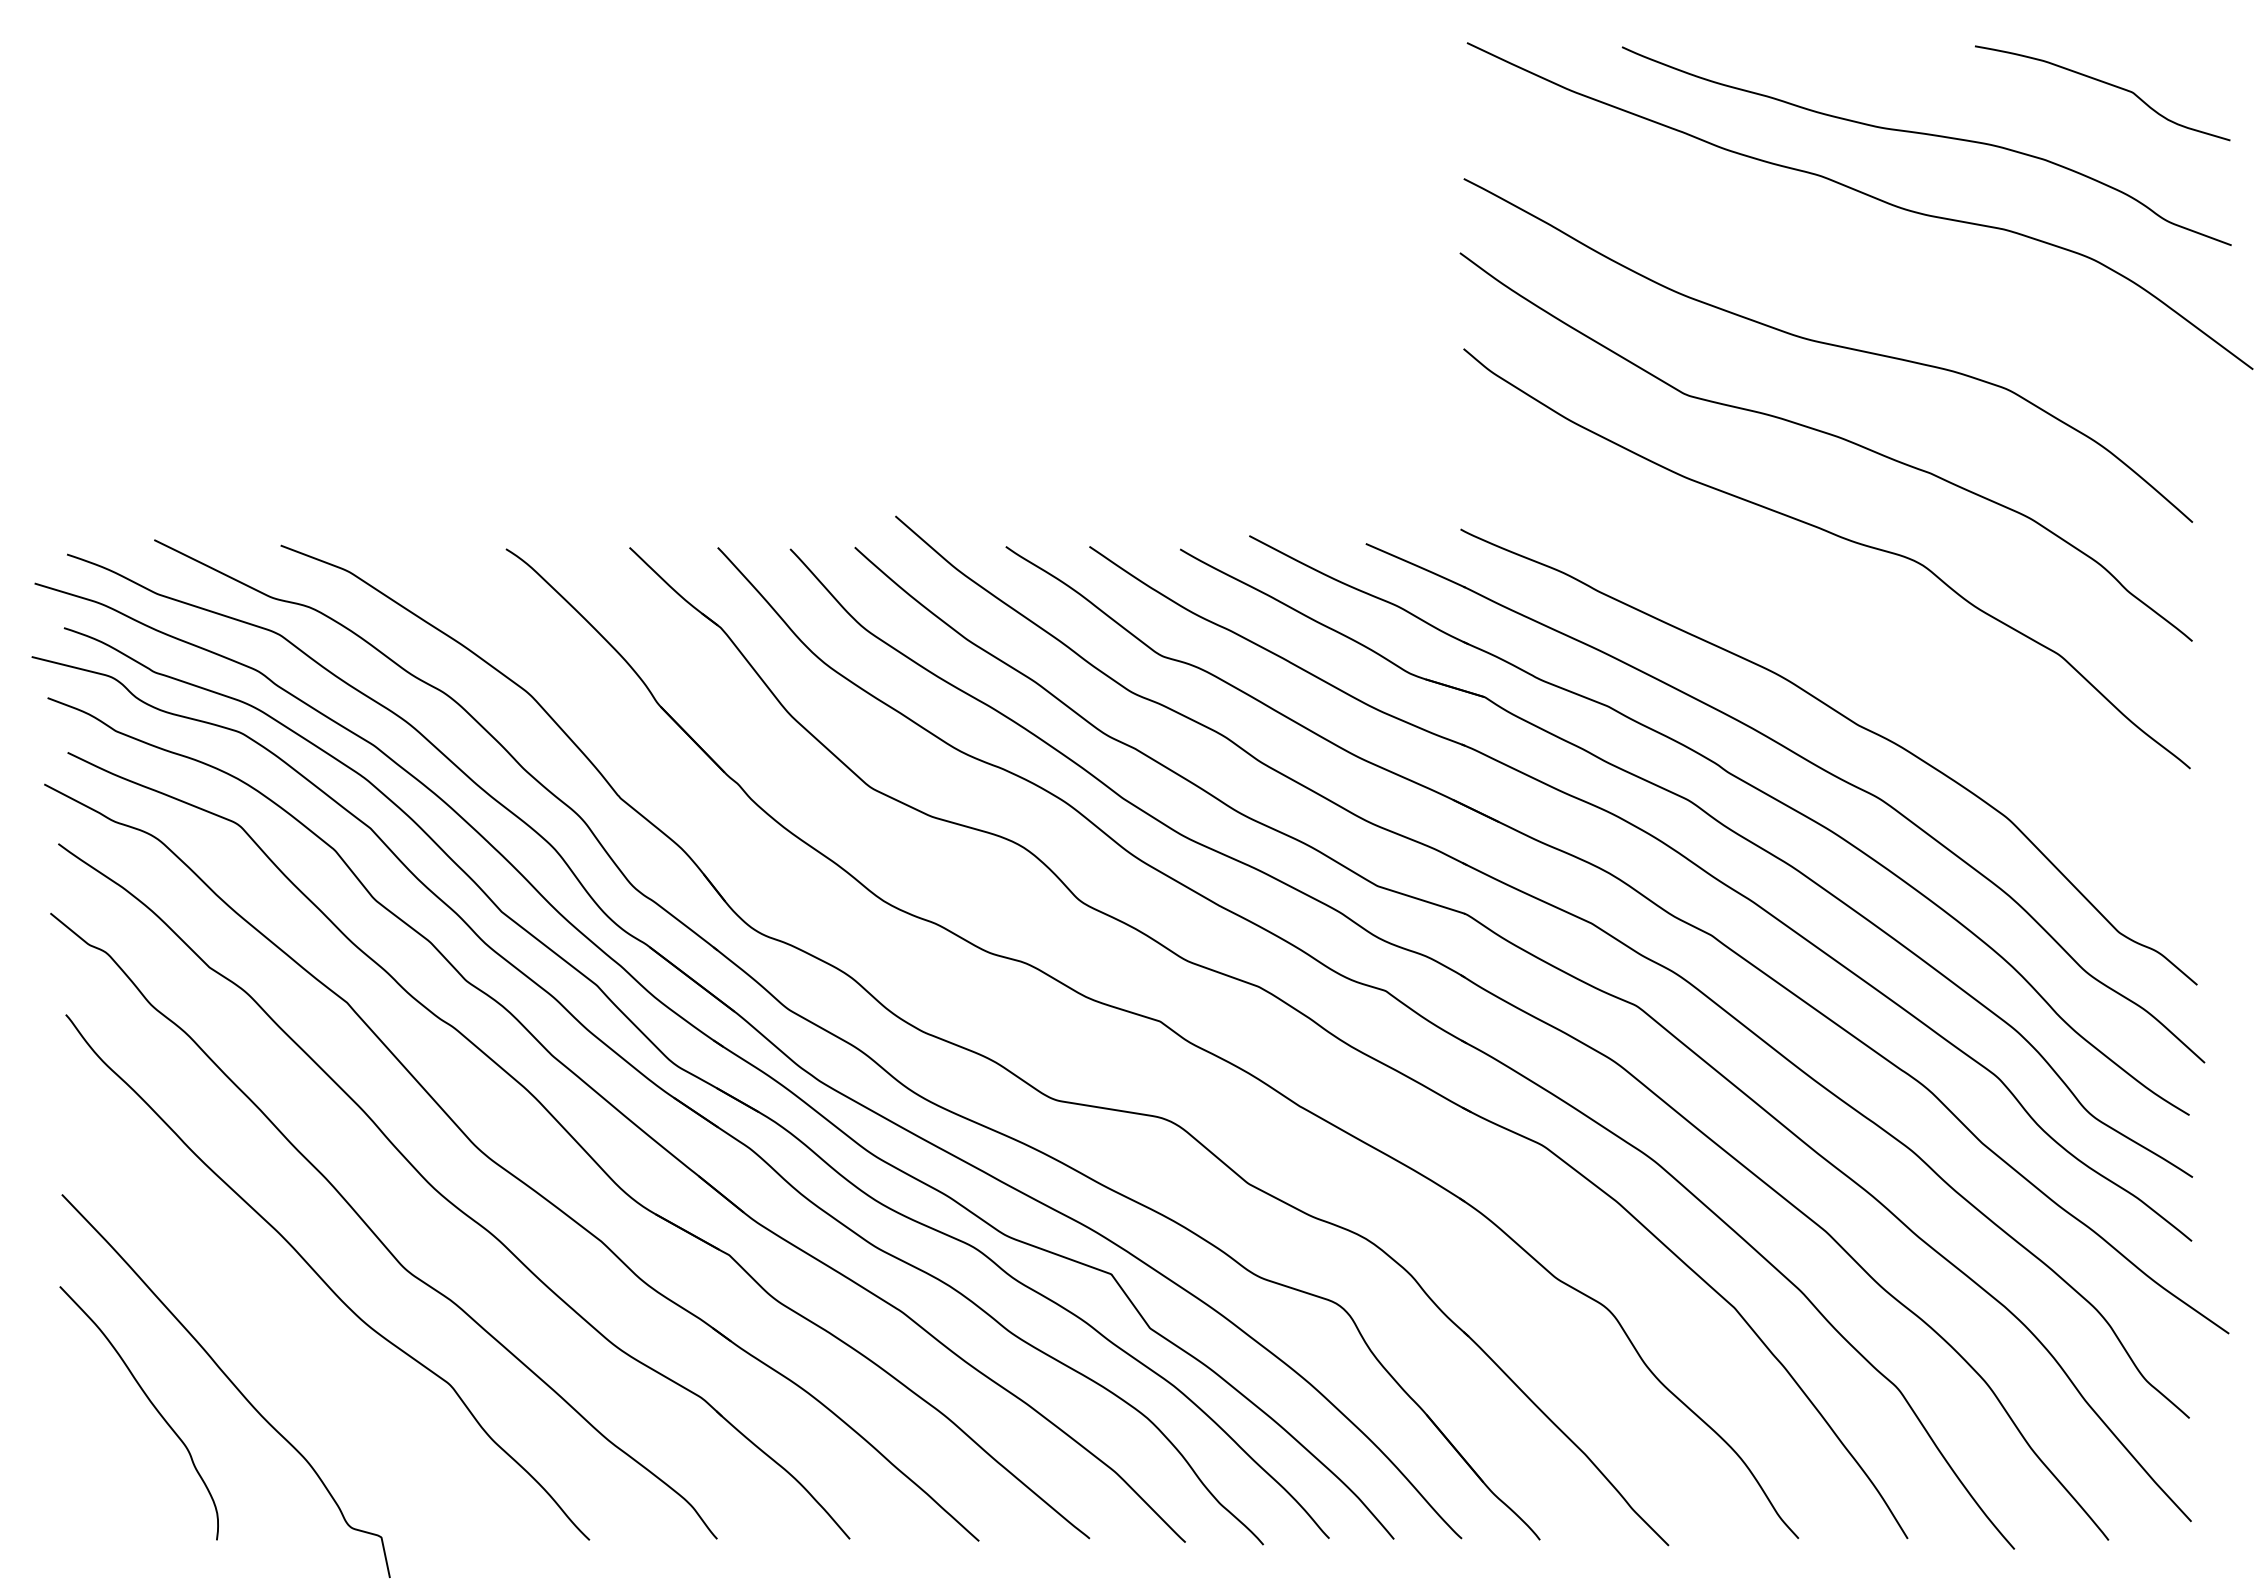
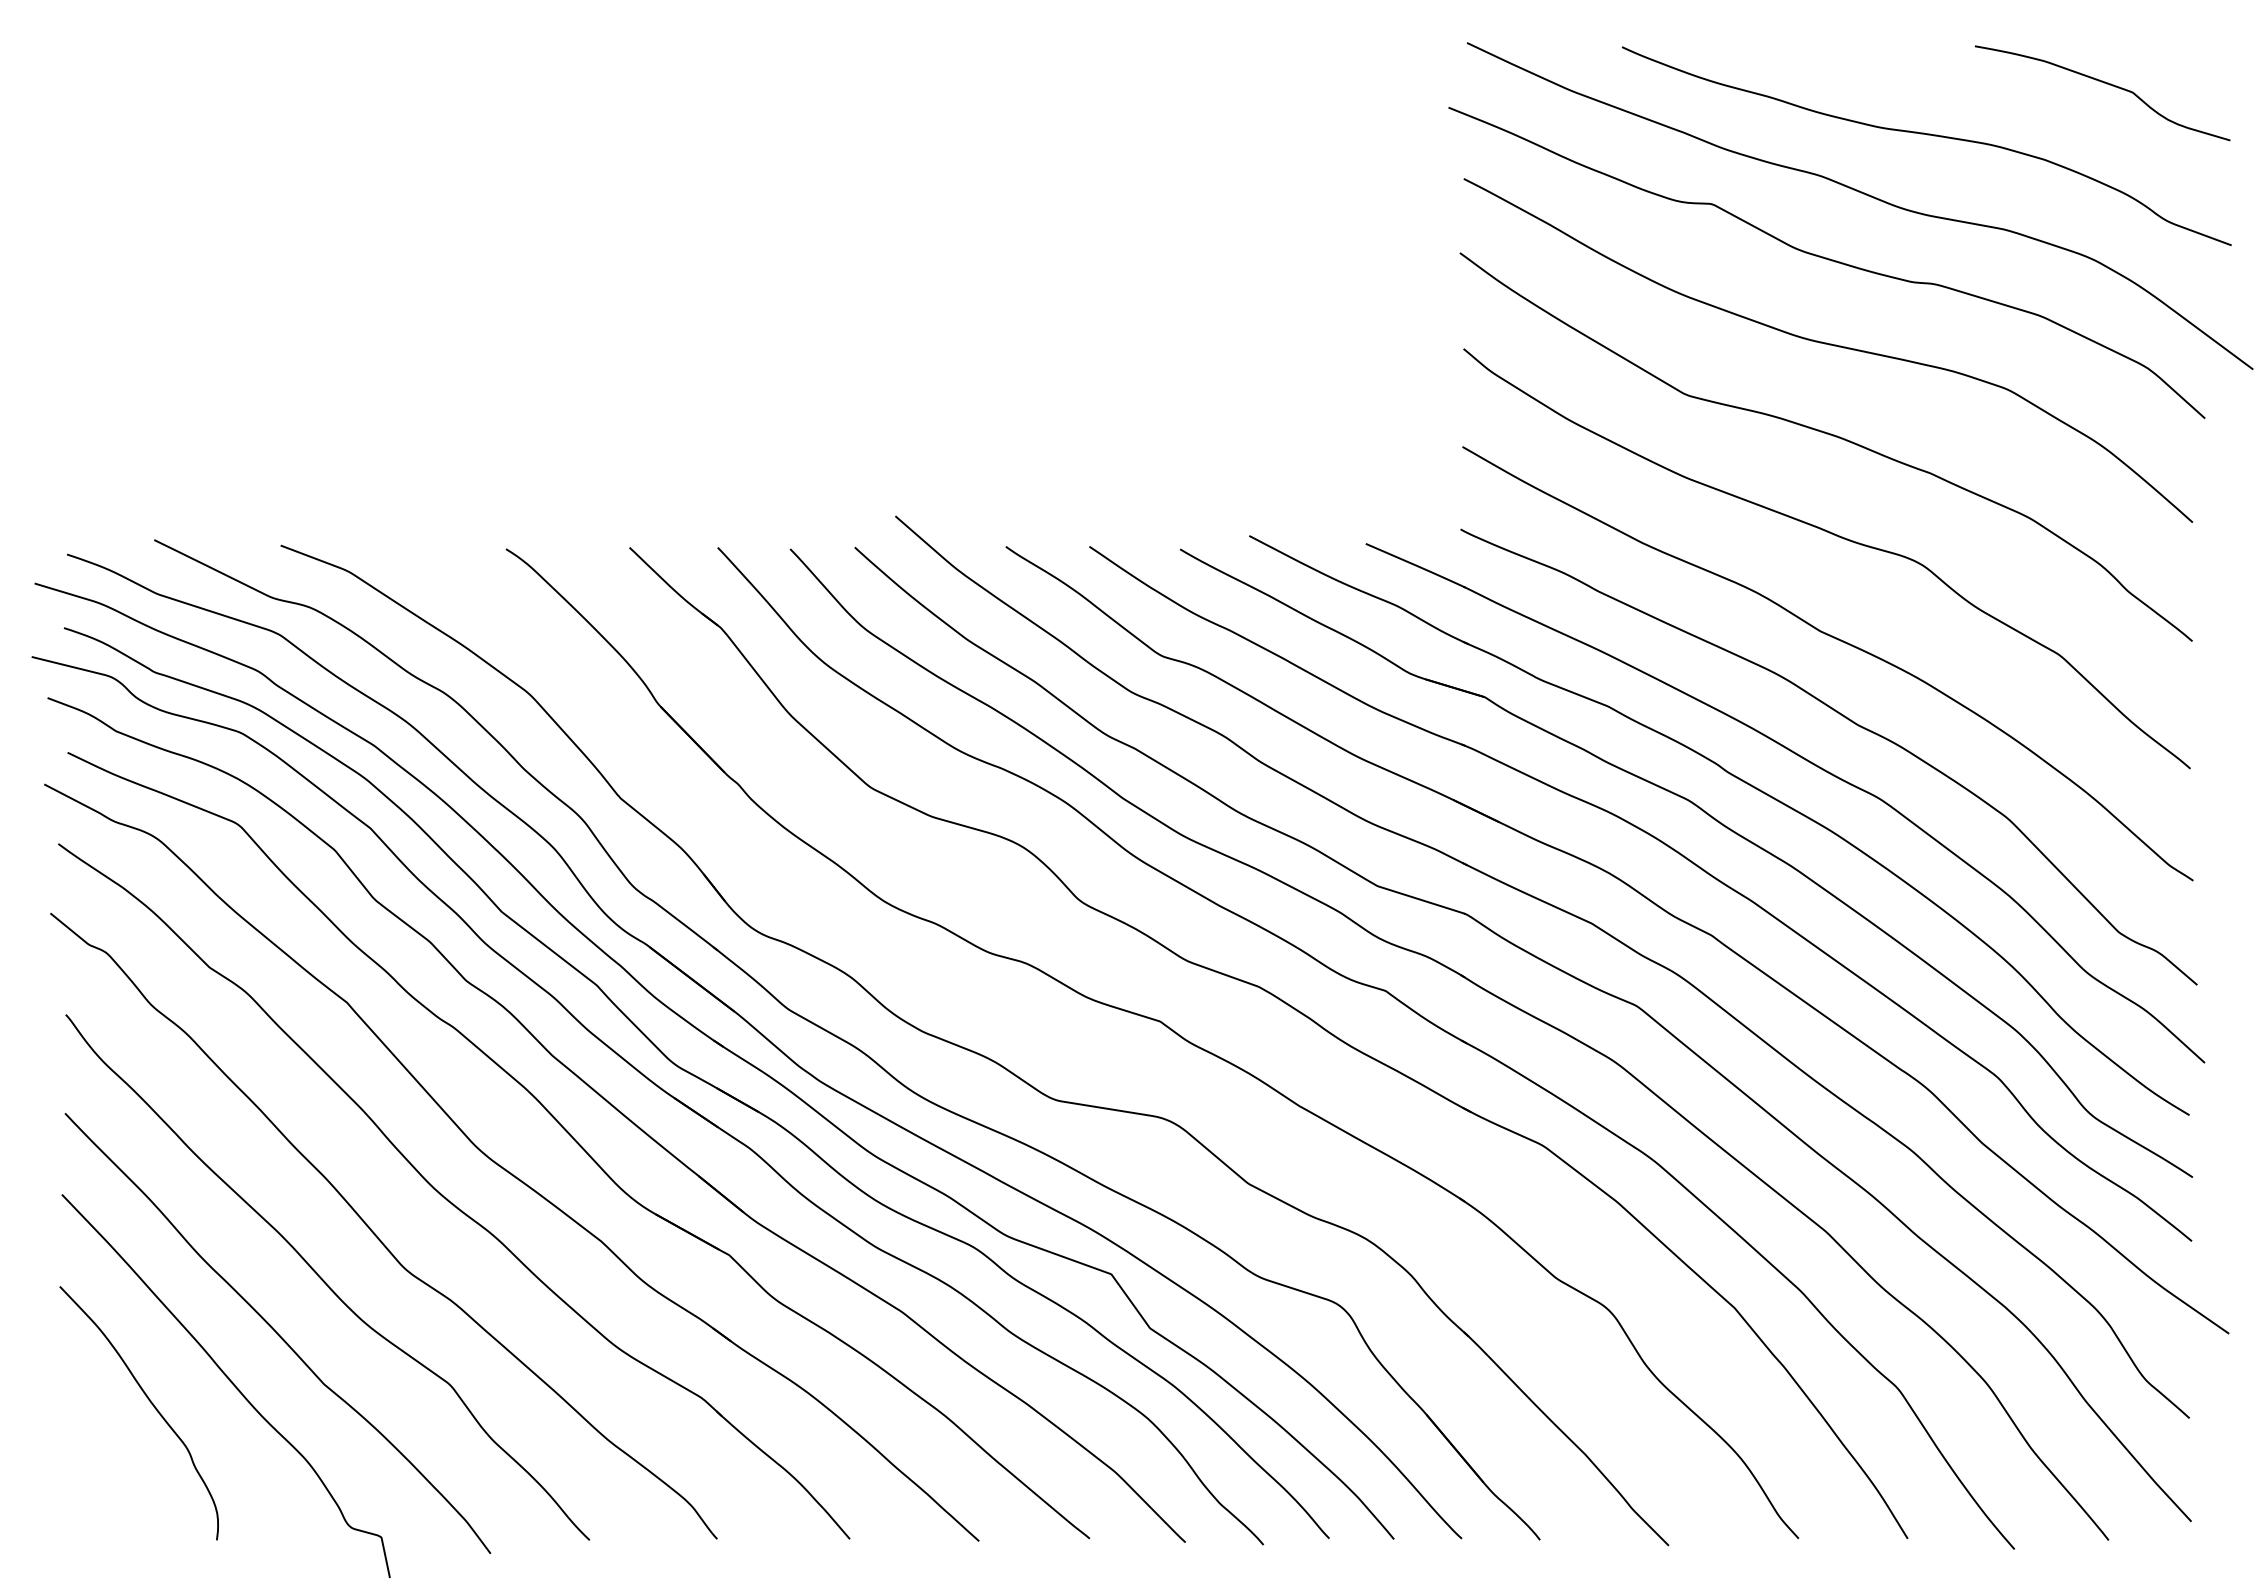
curve at (1828, 260): none -> present
curve at (1835, 639): none -> present
curve at (277, 1333): none -> present
